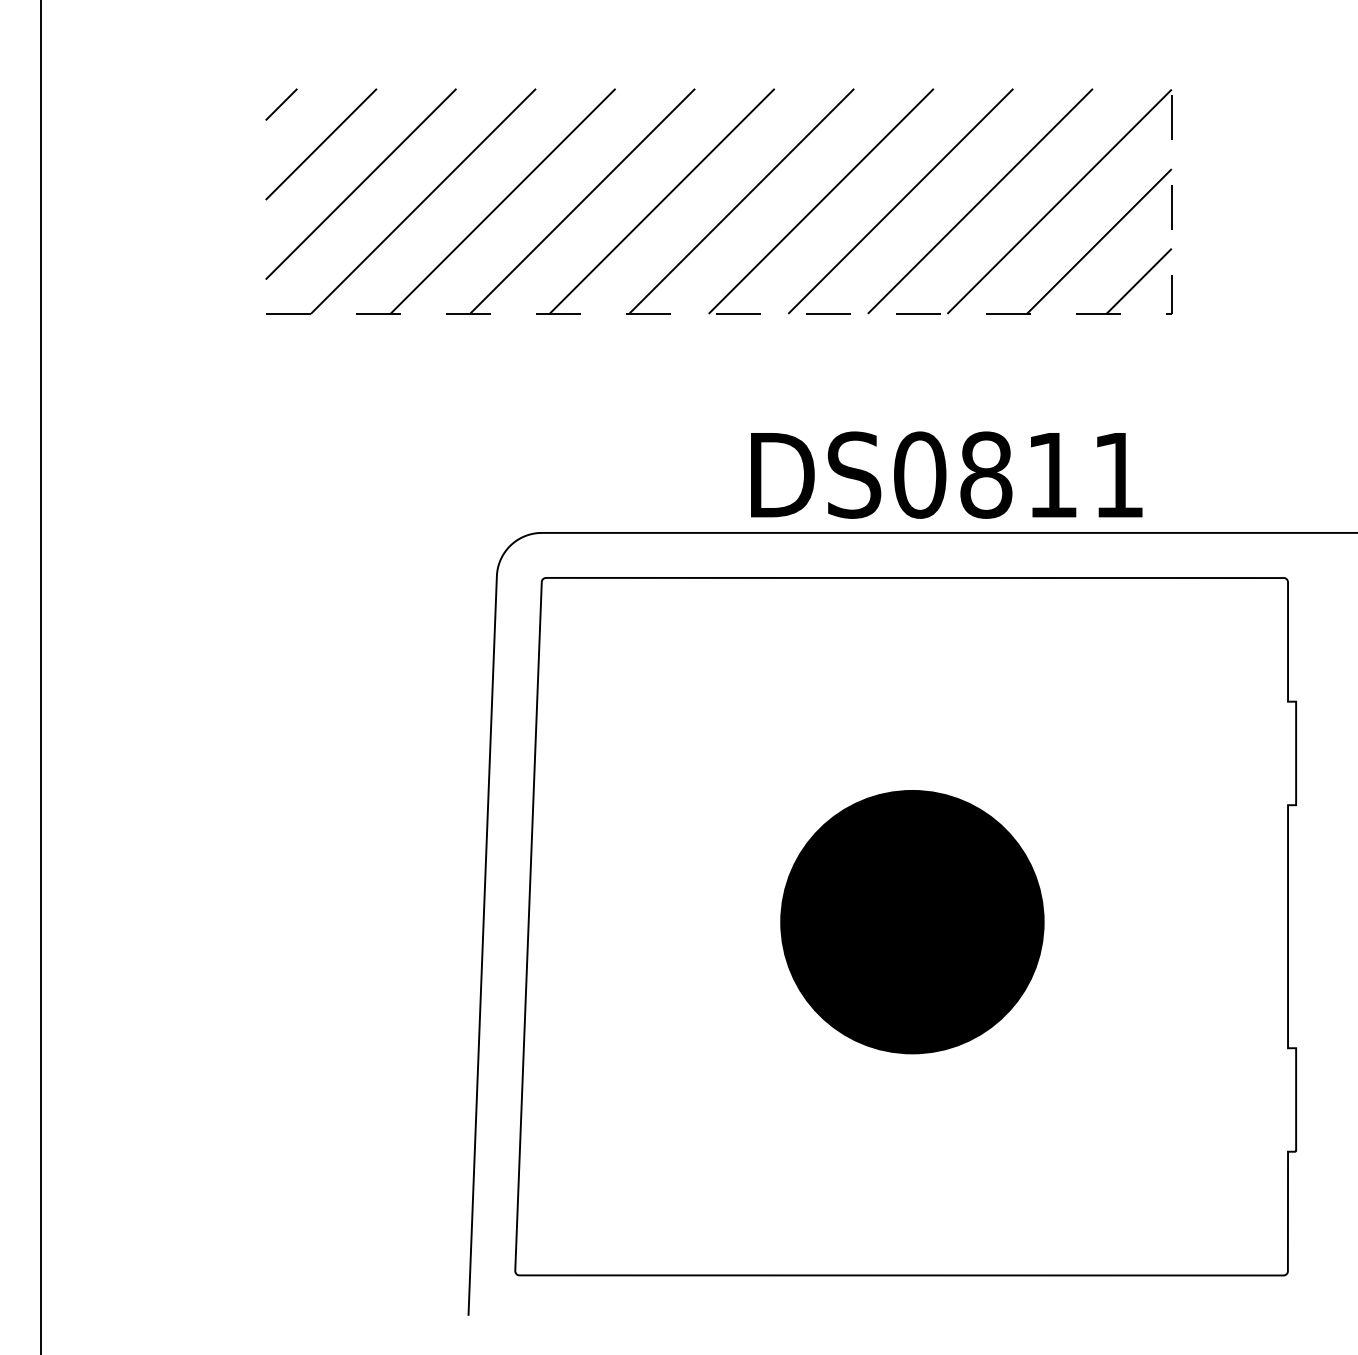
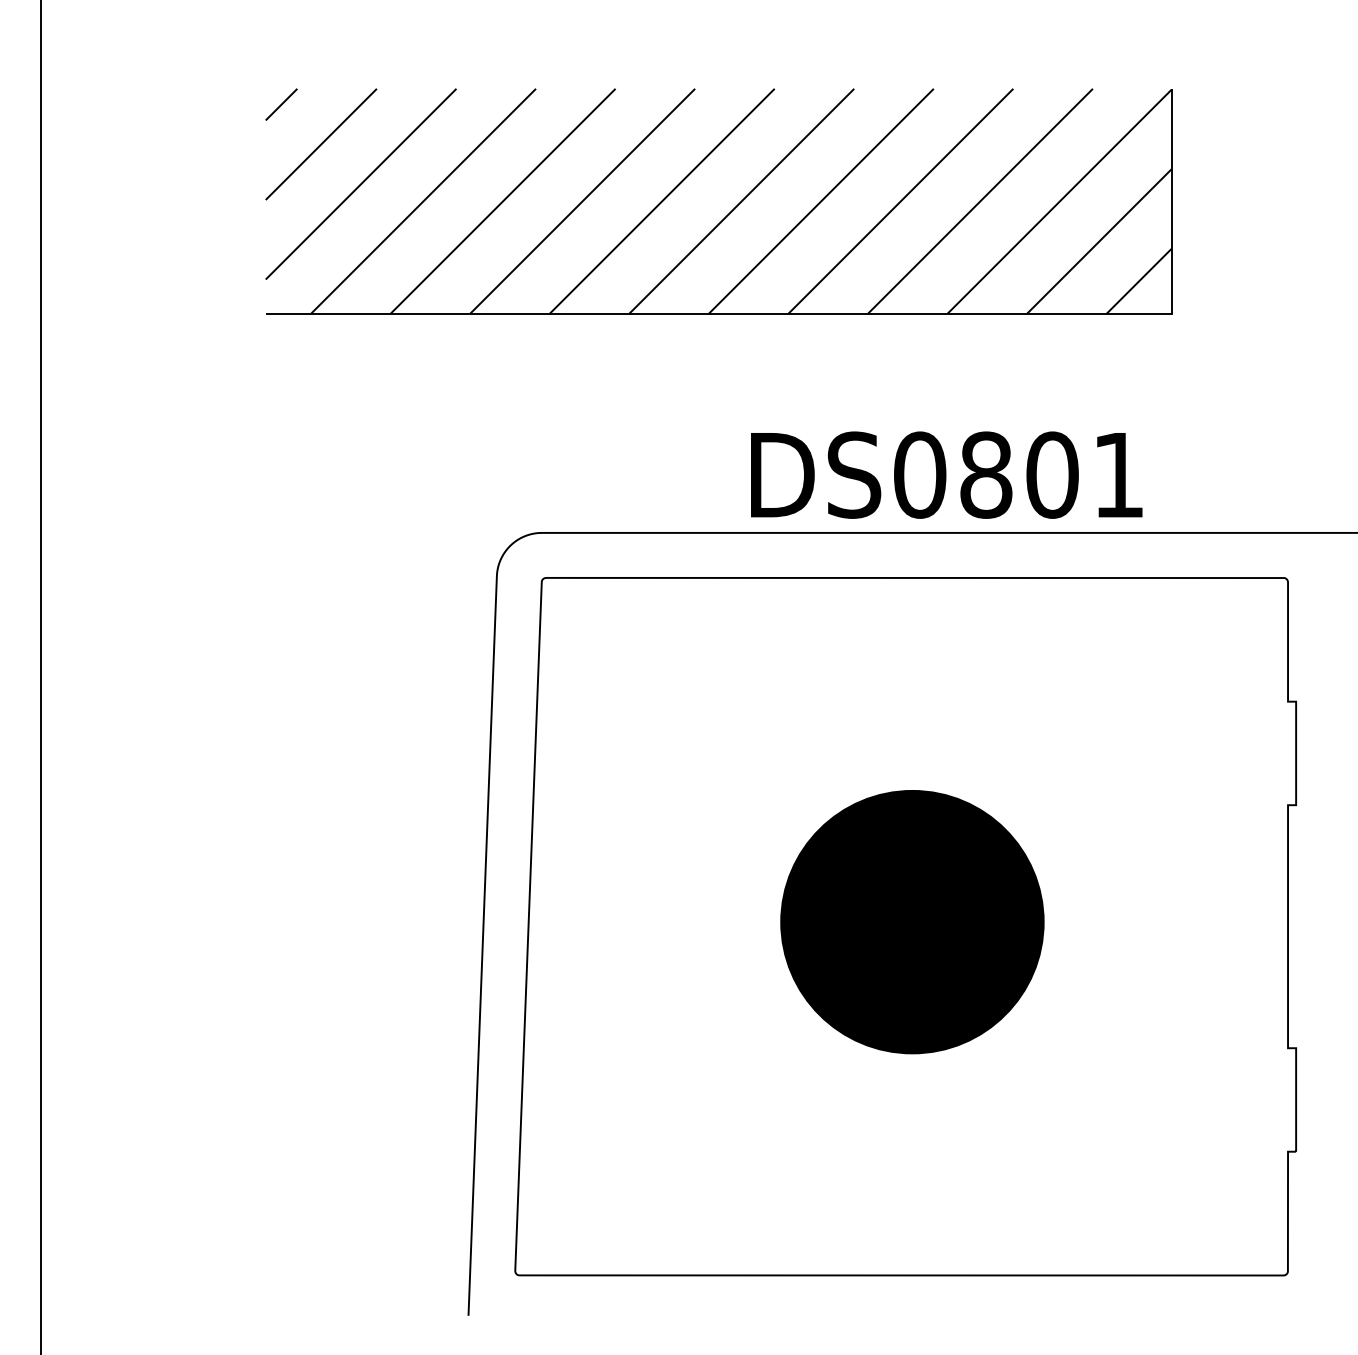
line at (832, 313): dashed -> solid
text at (1052, 474): DS0811 -> DS0801
